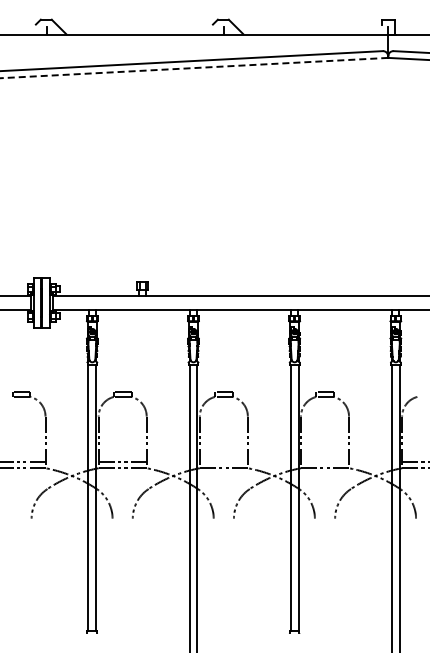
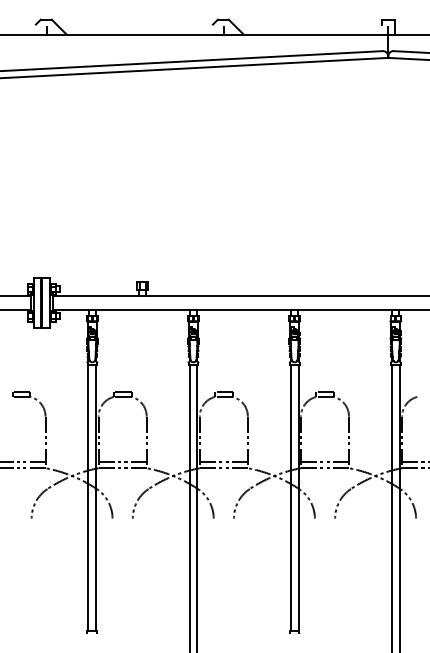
line at (193, 68): dashed -> solid
line at (223, 462): none -> present
line at (324, 462): none -> present
